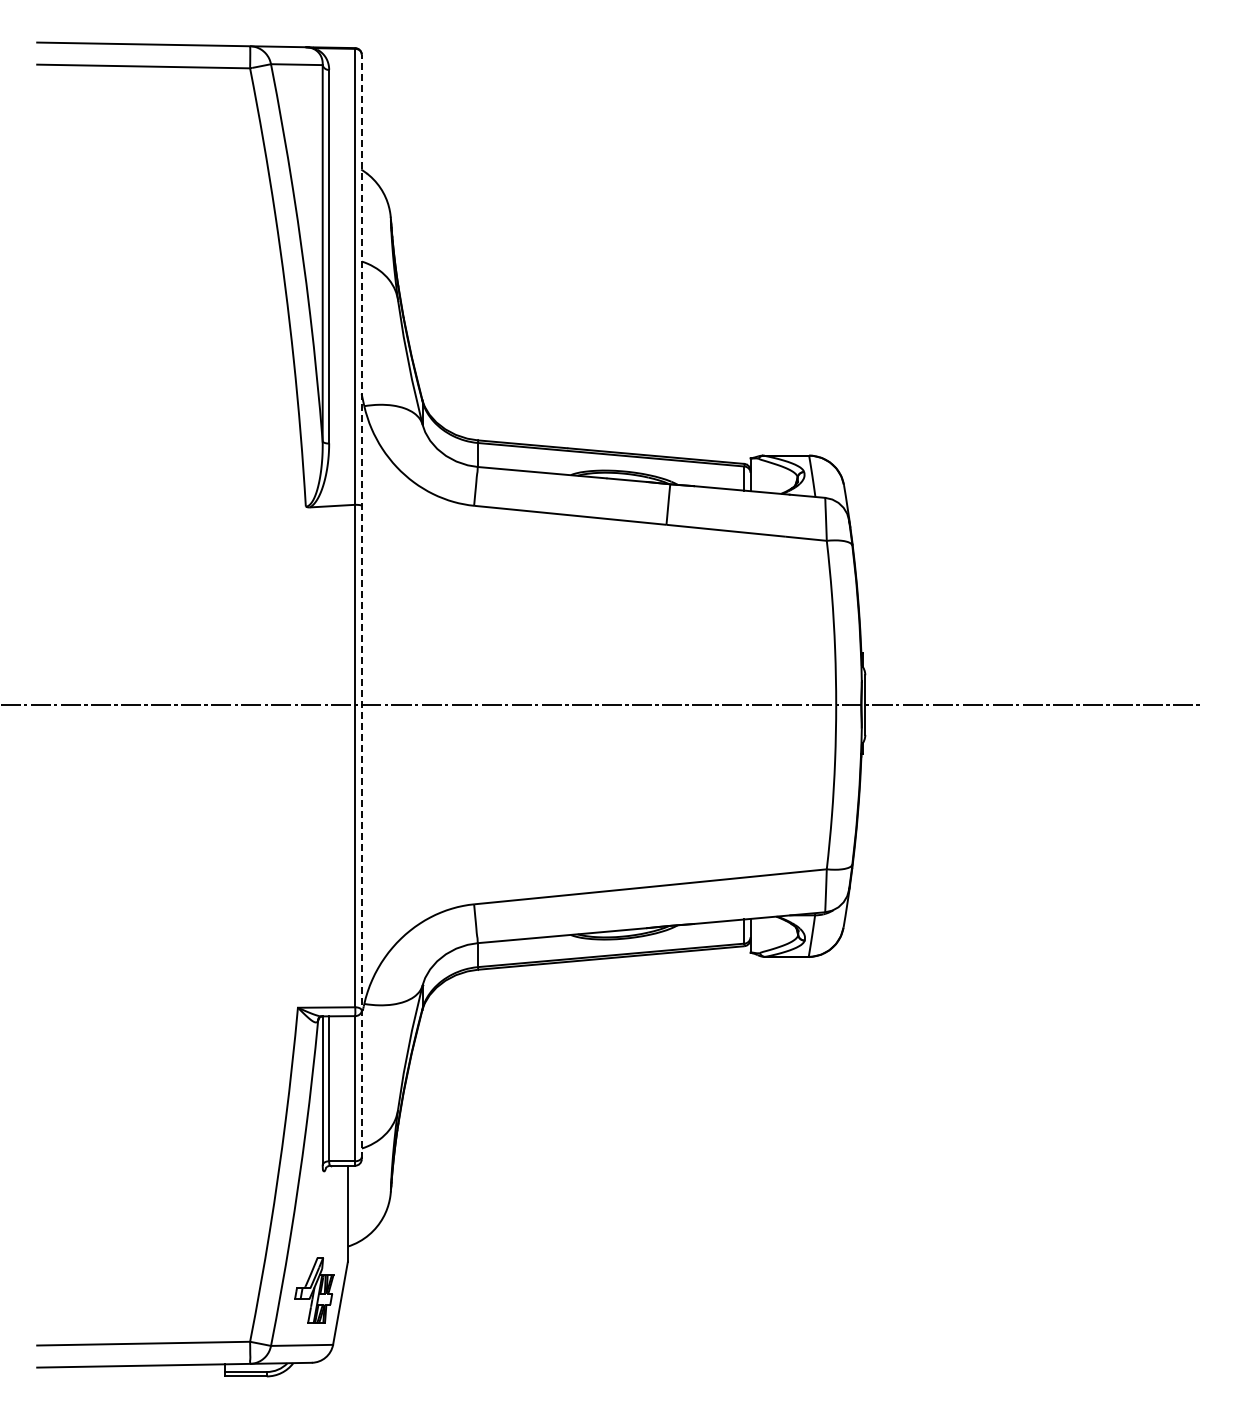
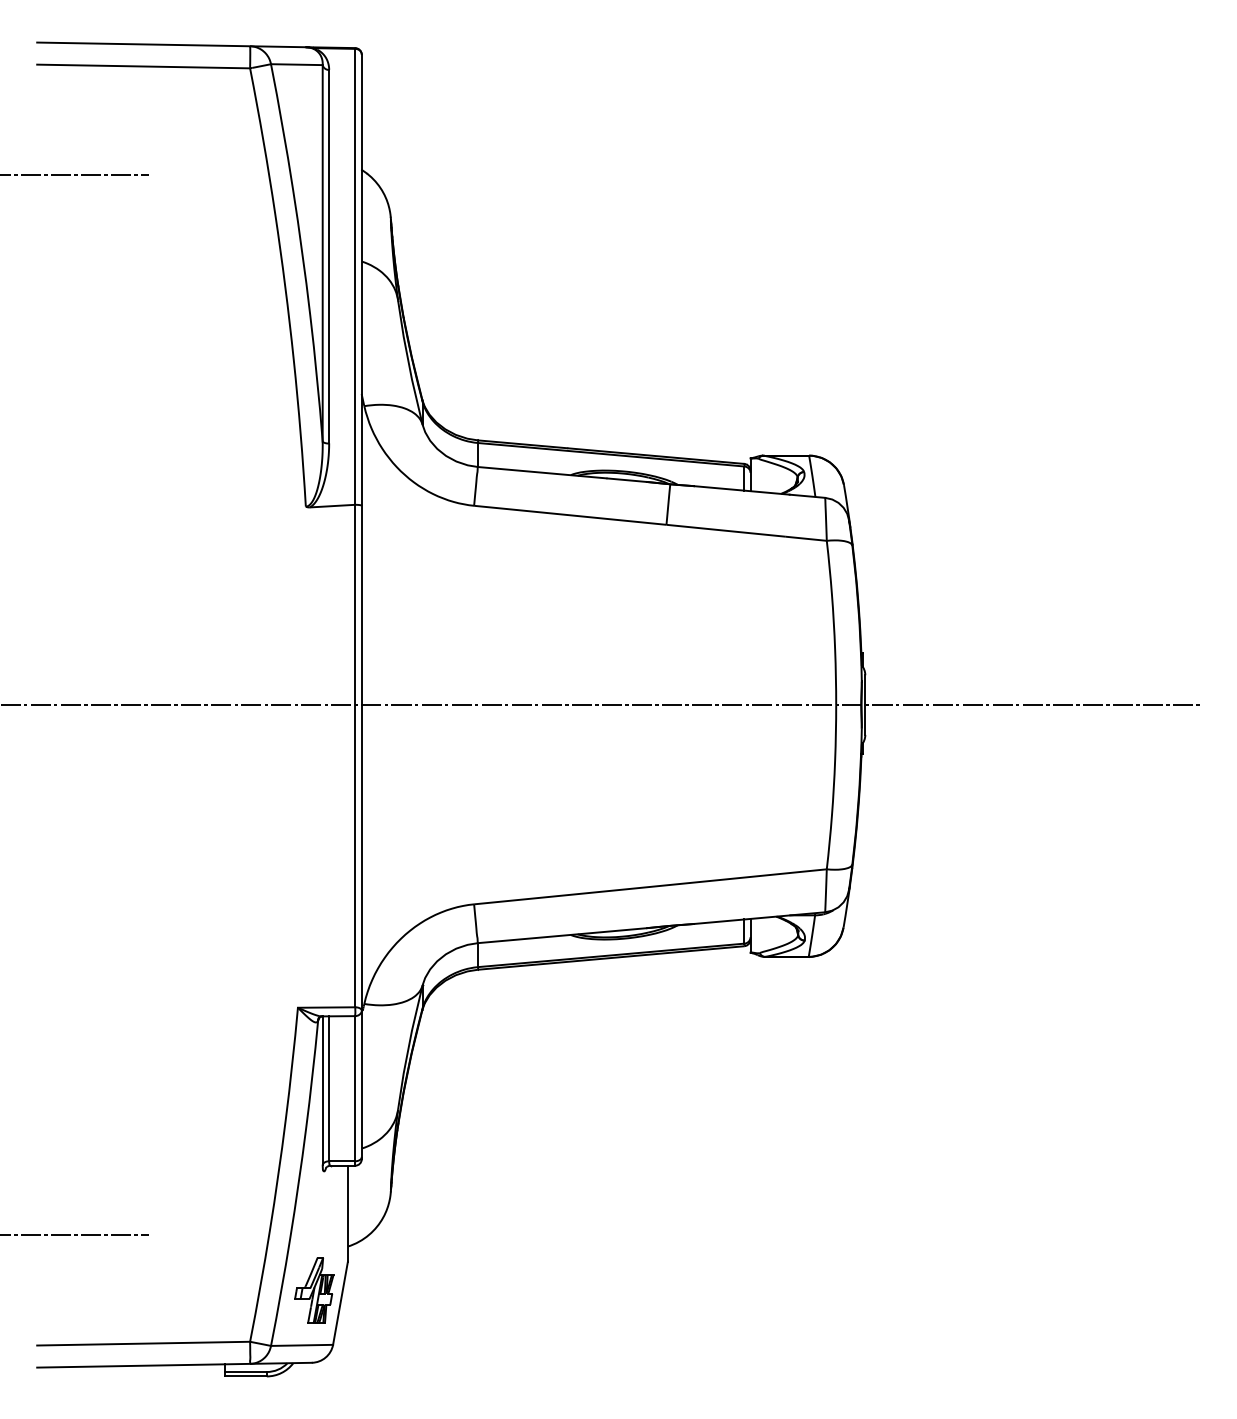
line at (75, 174): none -> present
line at (361, 606): dashed -> solid
line at (75, 1234): none -> present
